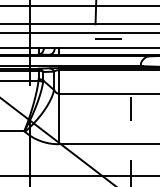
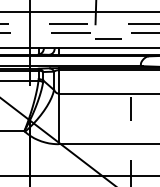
line at (79, 5) position: (79, 5) -> (79, 11)
line at (79, 23): solid -> dashed
line at (79, 33): solid -> dashed
